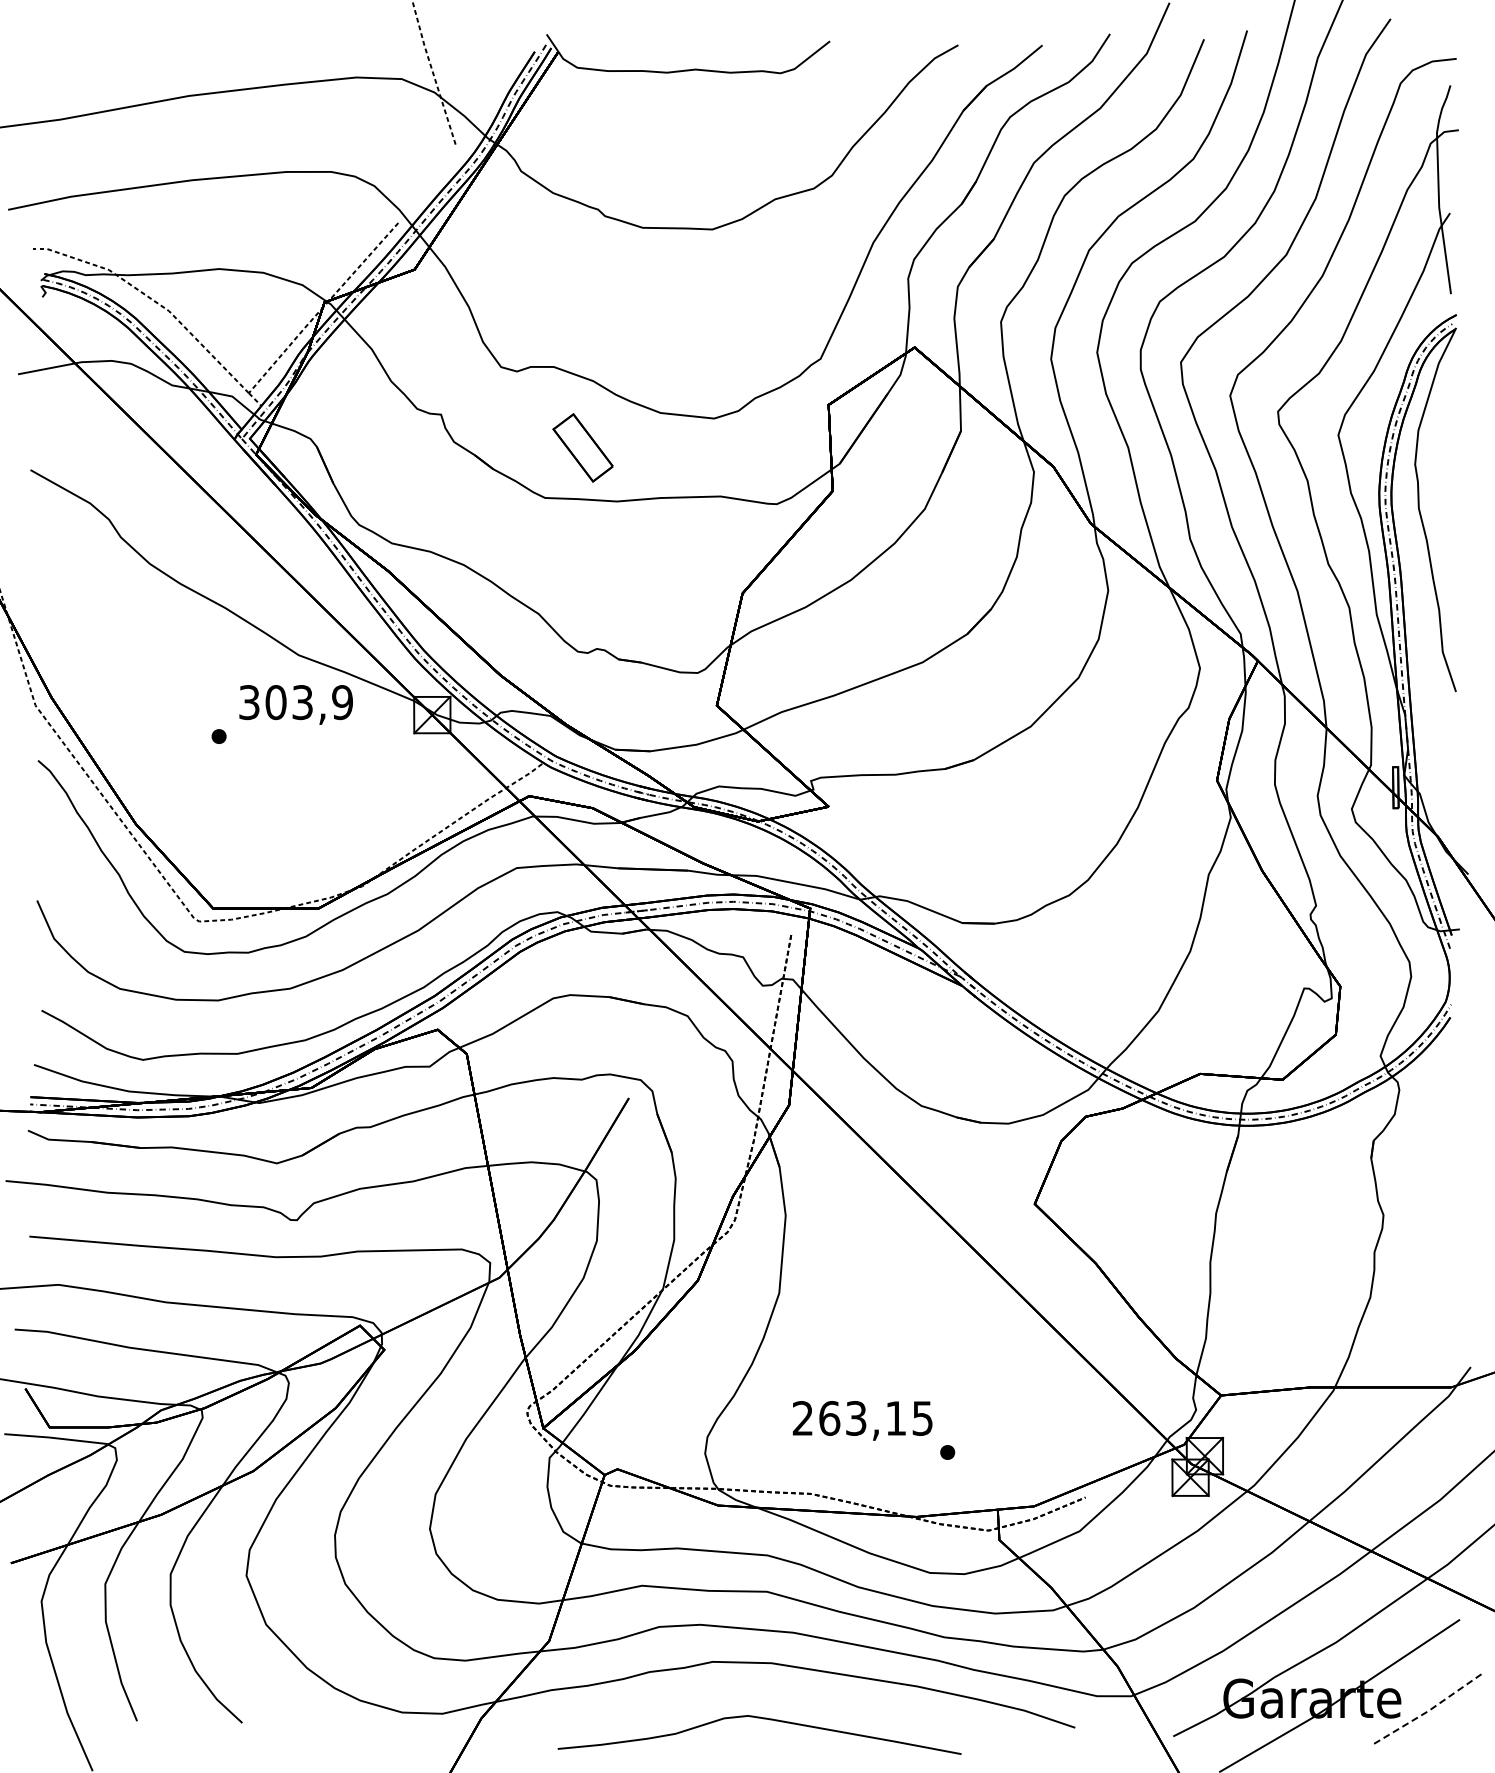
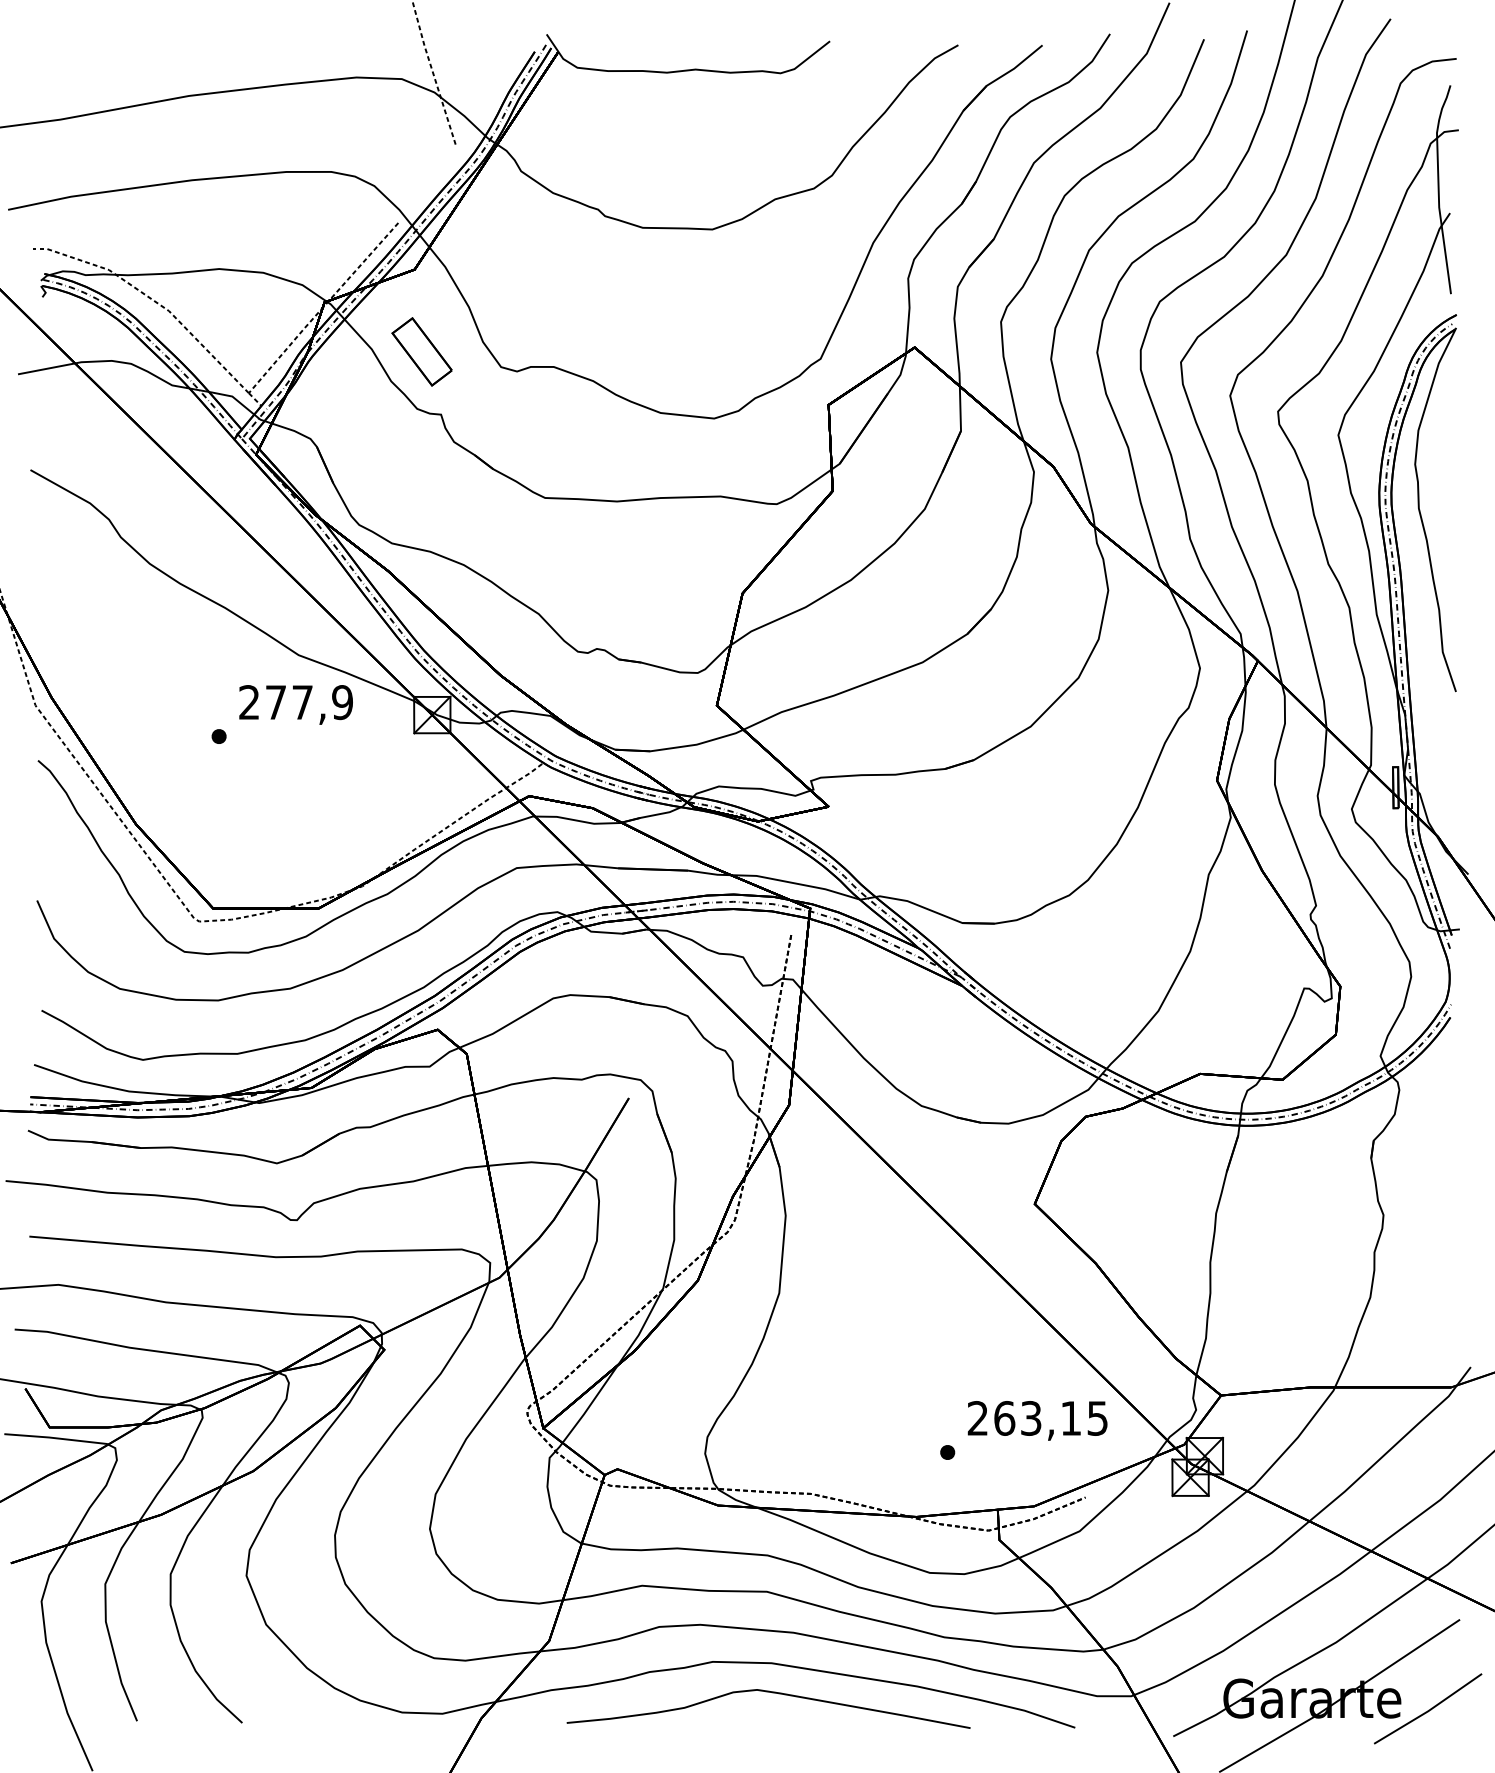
part at (582, 447) position: (582, 447) -> (421, 351)
text at (275, 702): 303,9 -> 277,9
text at (862, 1420) position: (862, 1420) -> (1037, 1420)
line at (1429, 1710): dashed -> solid
curve at (763, 1719) position: (763, 1719) -> (772, 1693)
